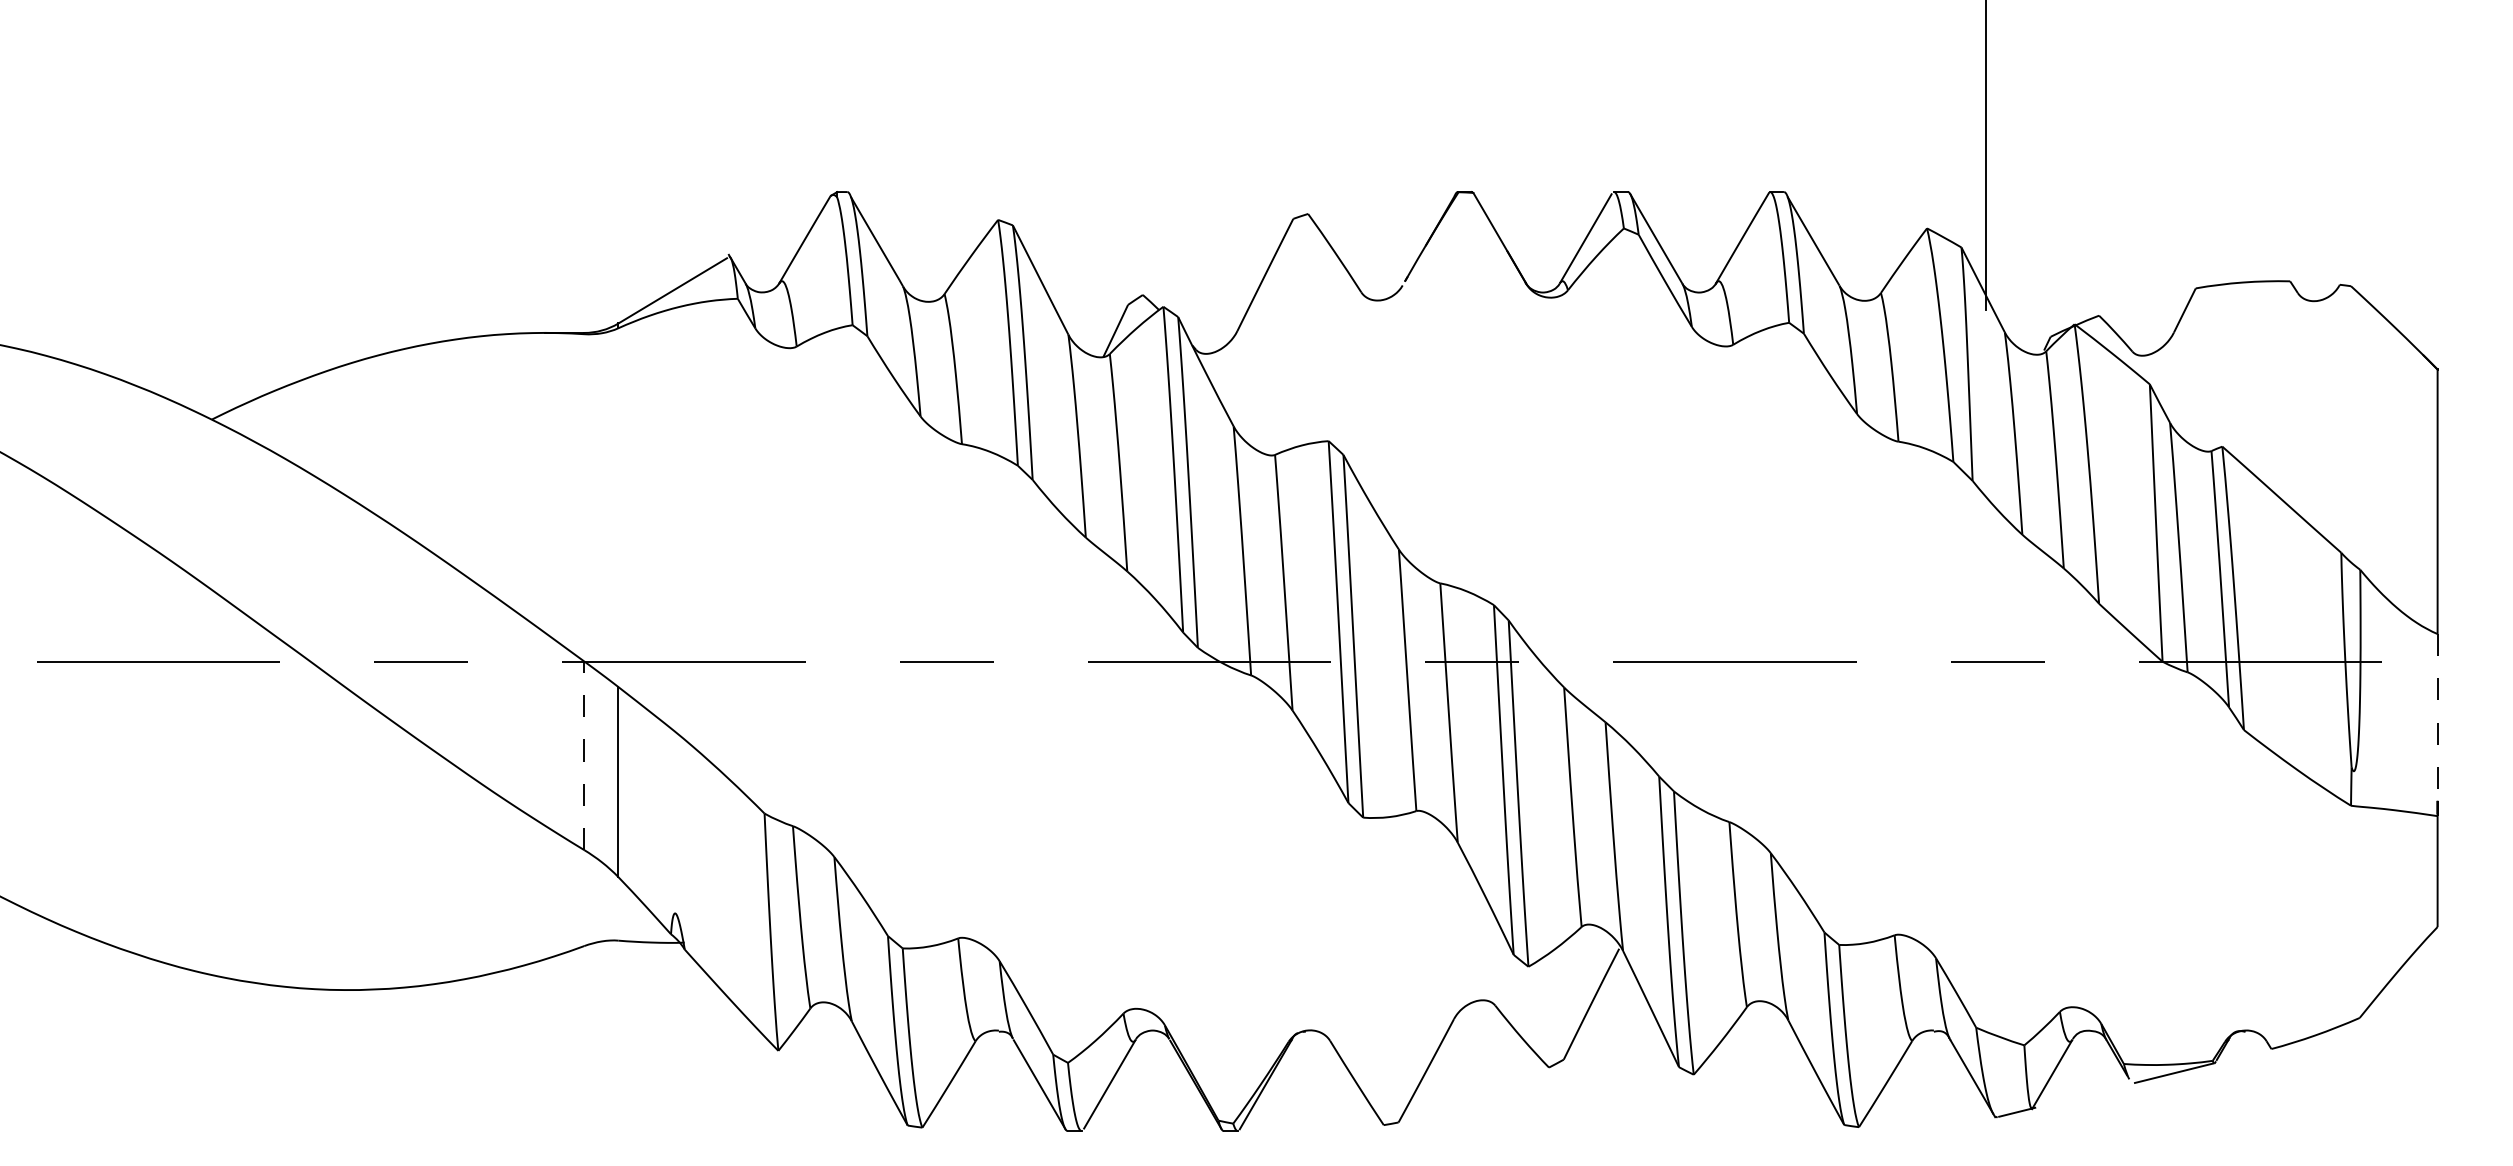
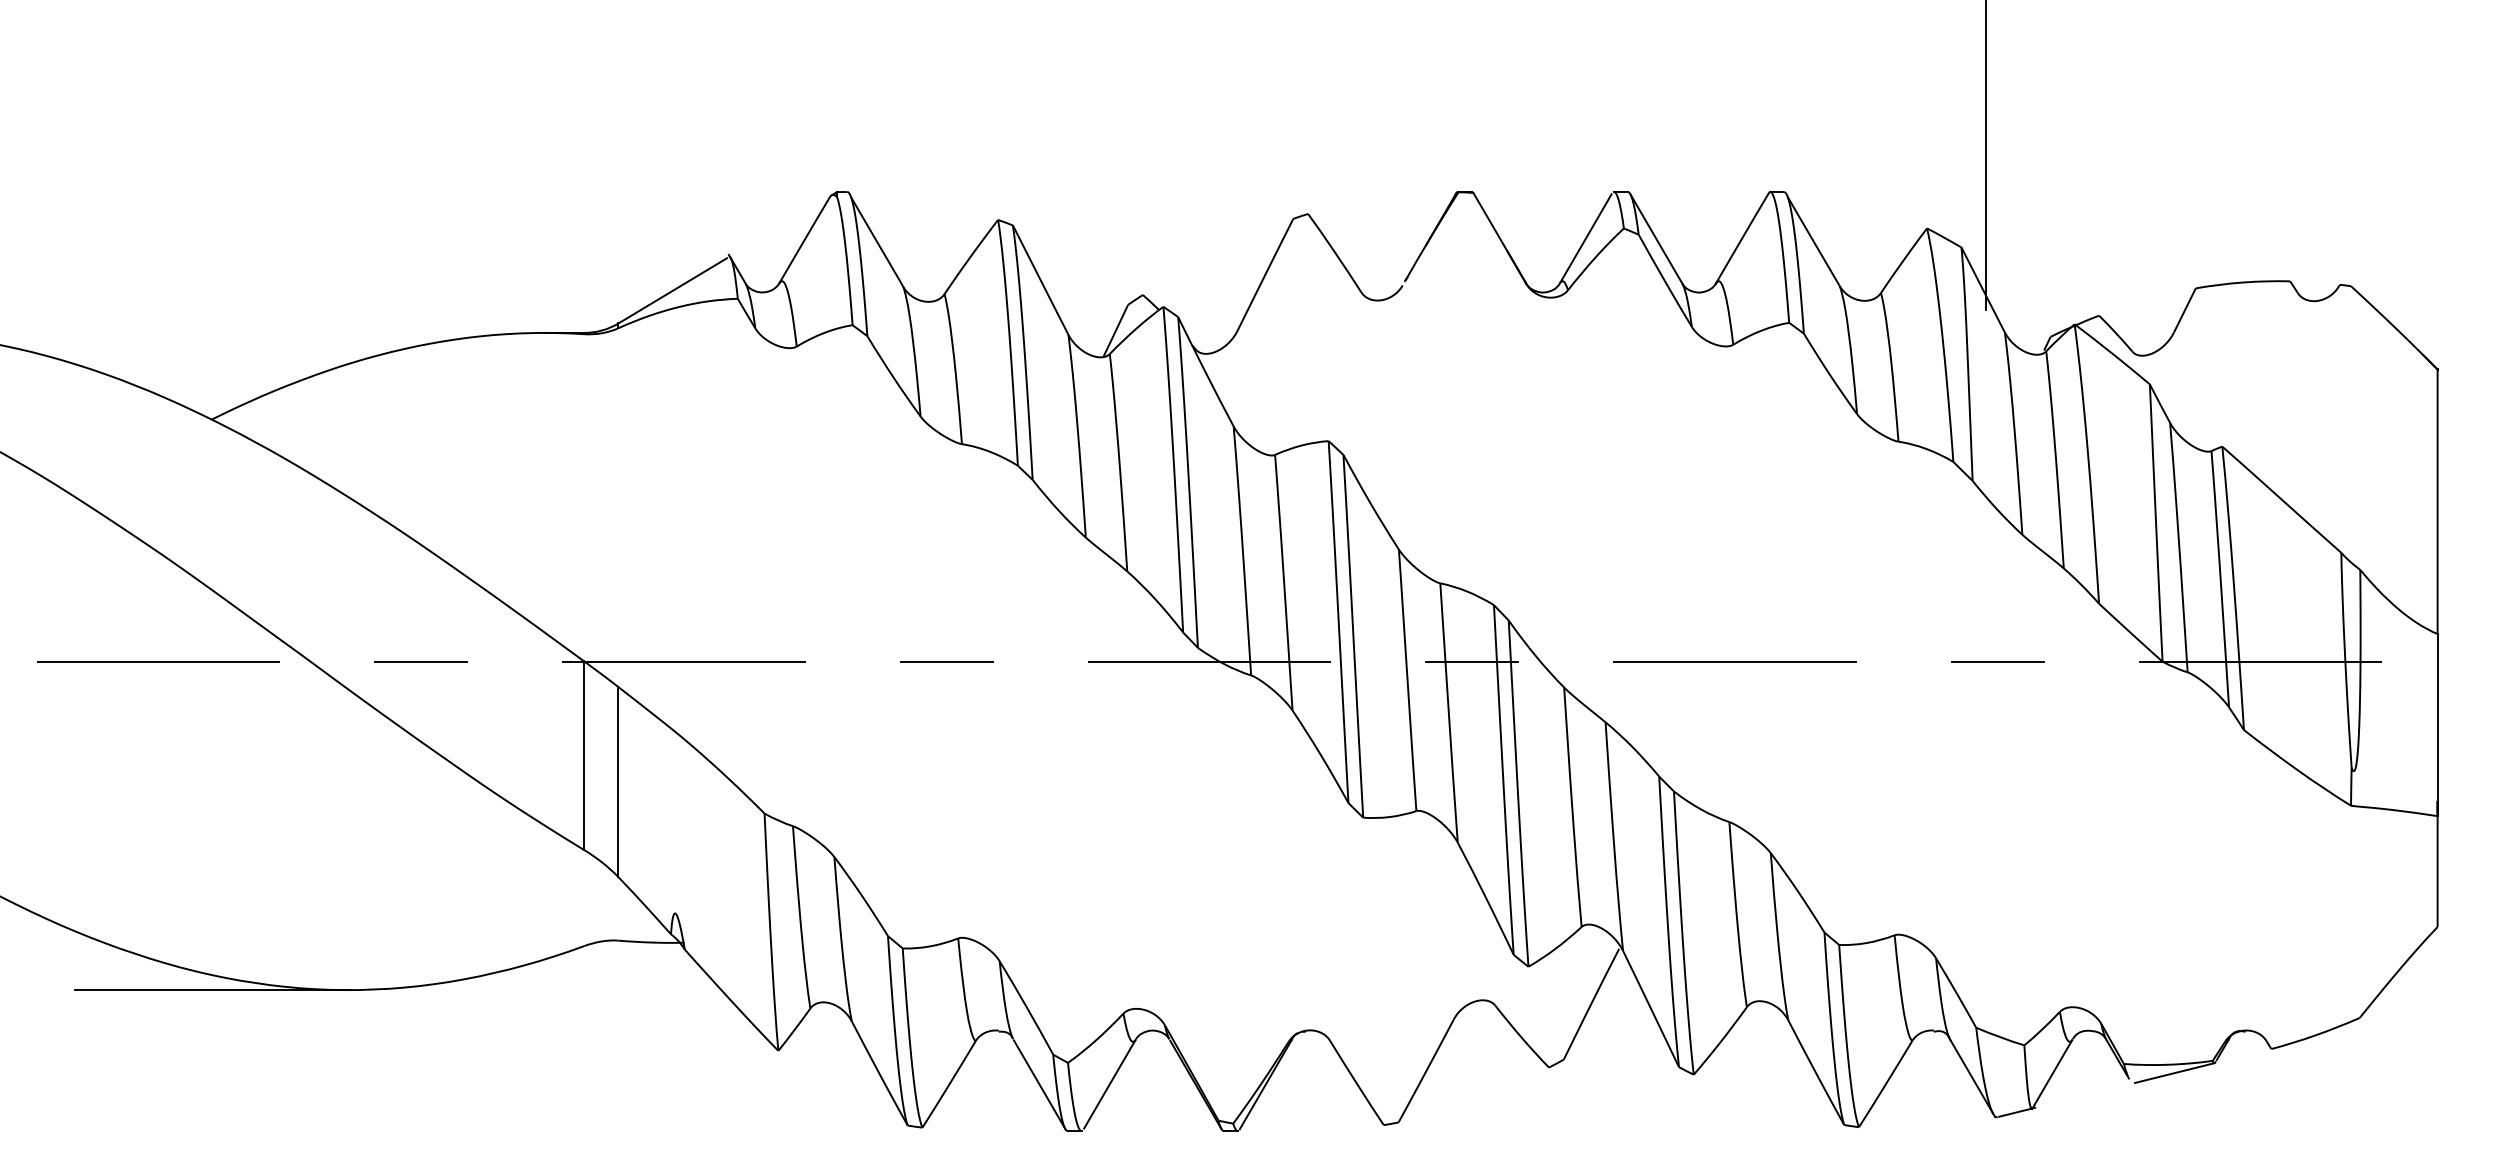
line at (2437, 725): dashed -> solid
line at (584, 755): dashed -> solid
line at (211, 990): none -> present
